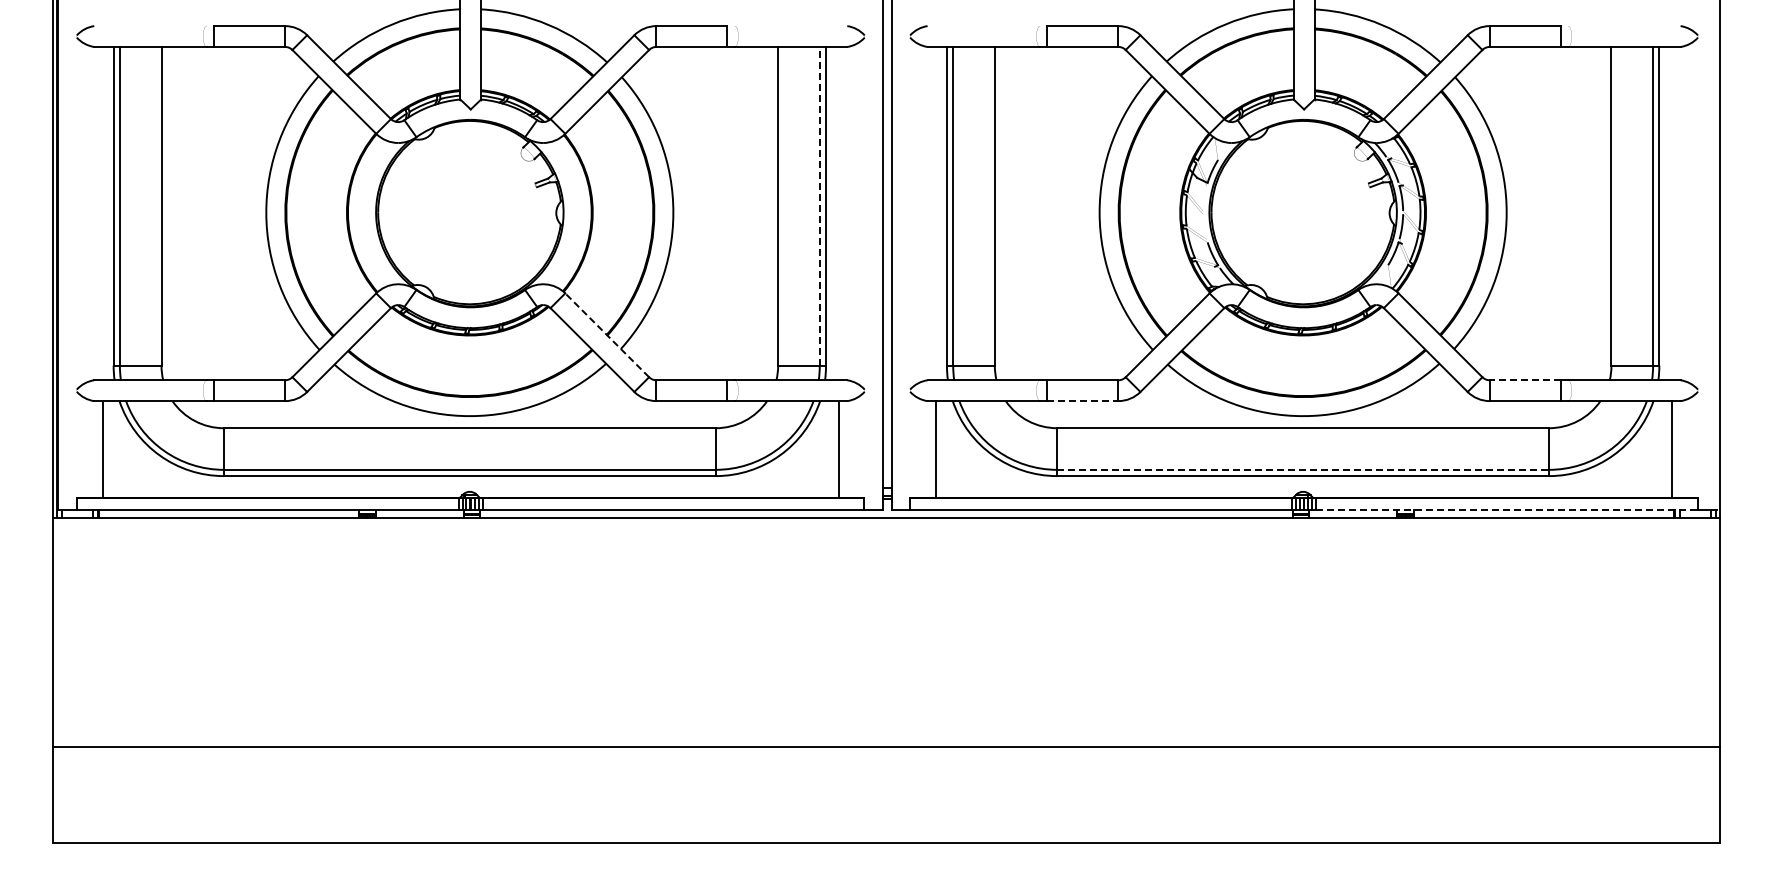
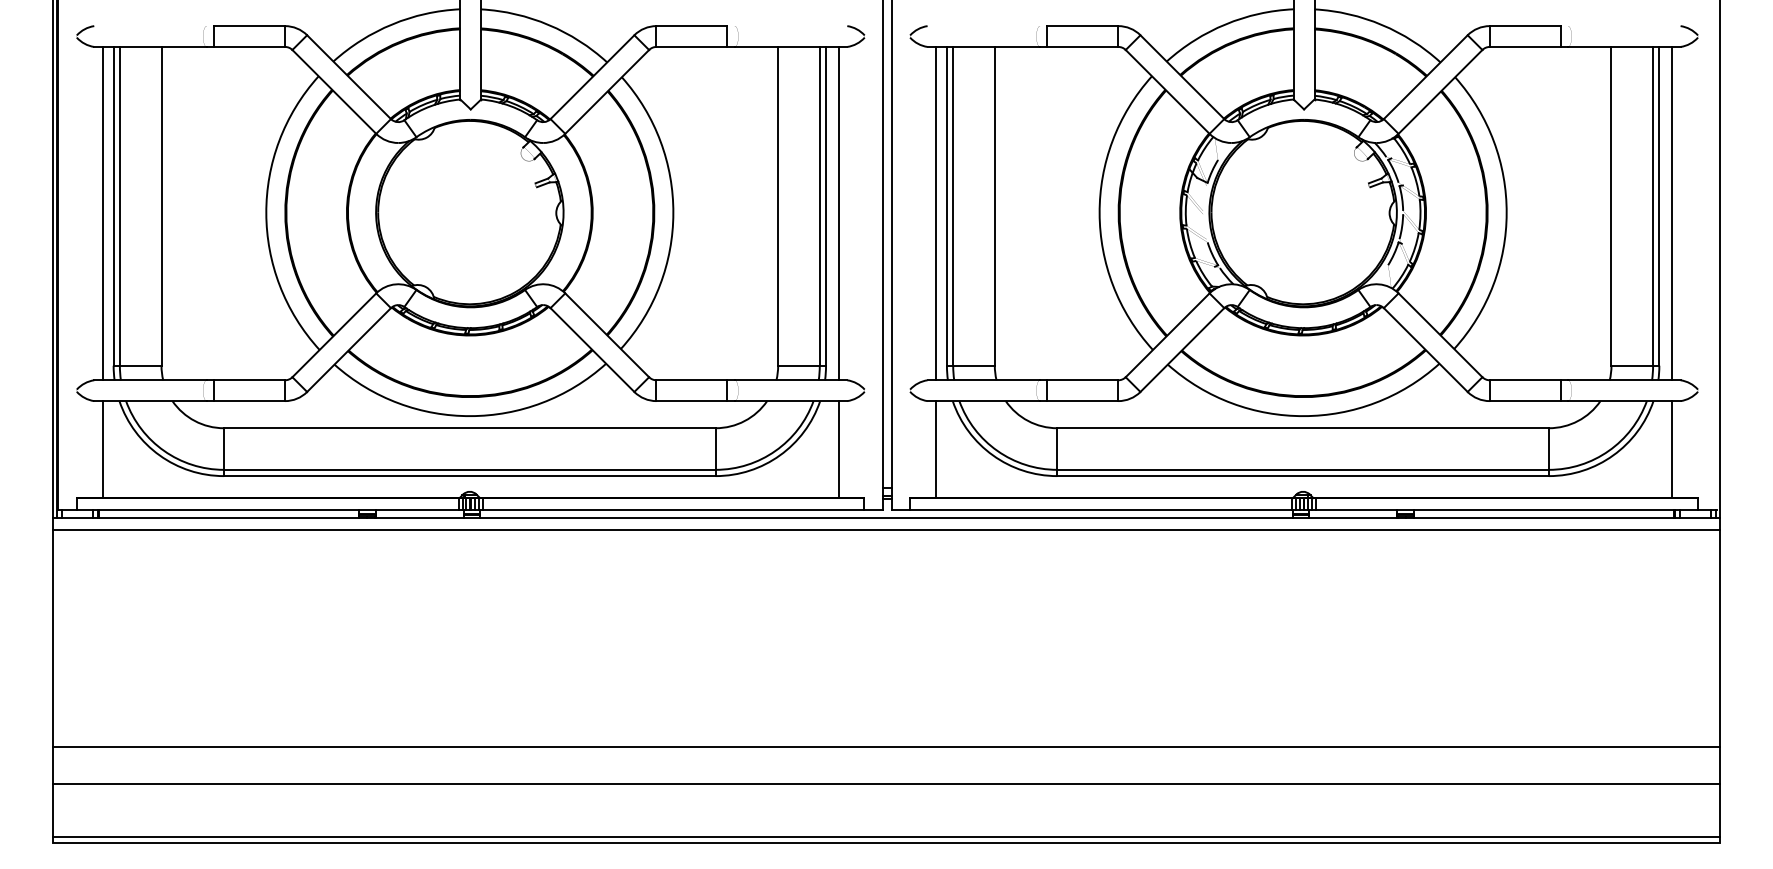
line at (819, 205): dashed -> solid
line at (102, 213): none -> present
line at (838, 213): none -> present
line at (935, 213): none -> present
line at (1672, 213): none -> present
line at (606, 334): dashed -> solid
line at (1524, 380): dashed -> solid
line at (1083, 401): dashed -> solid
line at (1303, 469): dashed -> solid
line at (1506, 510): dashed -> solid
line at (886, 530): none -> present
line at (886, 784): none -> present
line at (886, 837): none -> present
